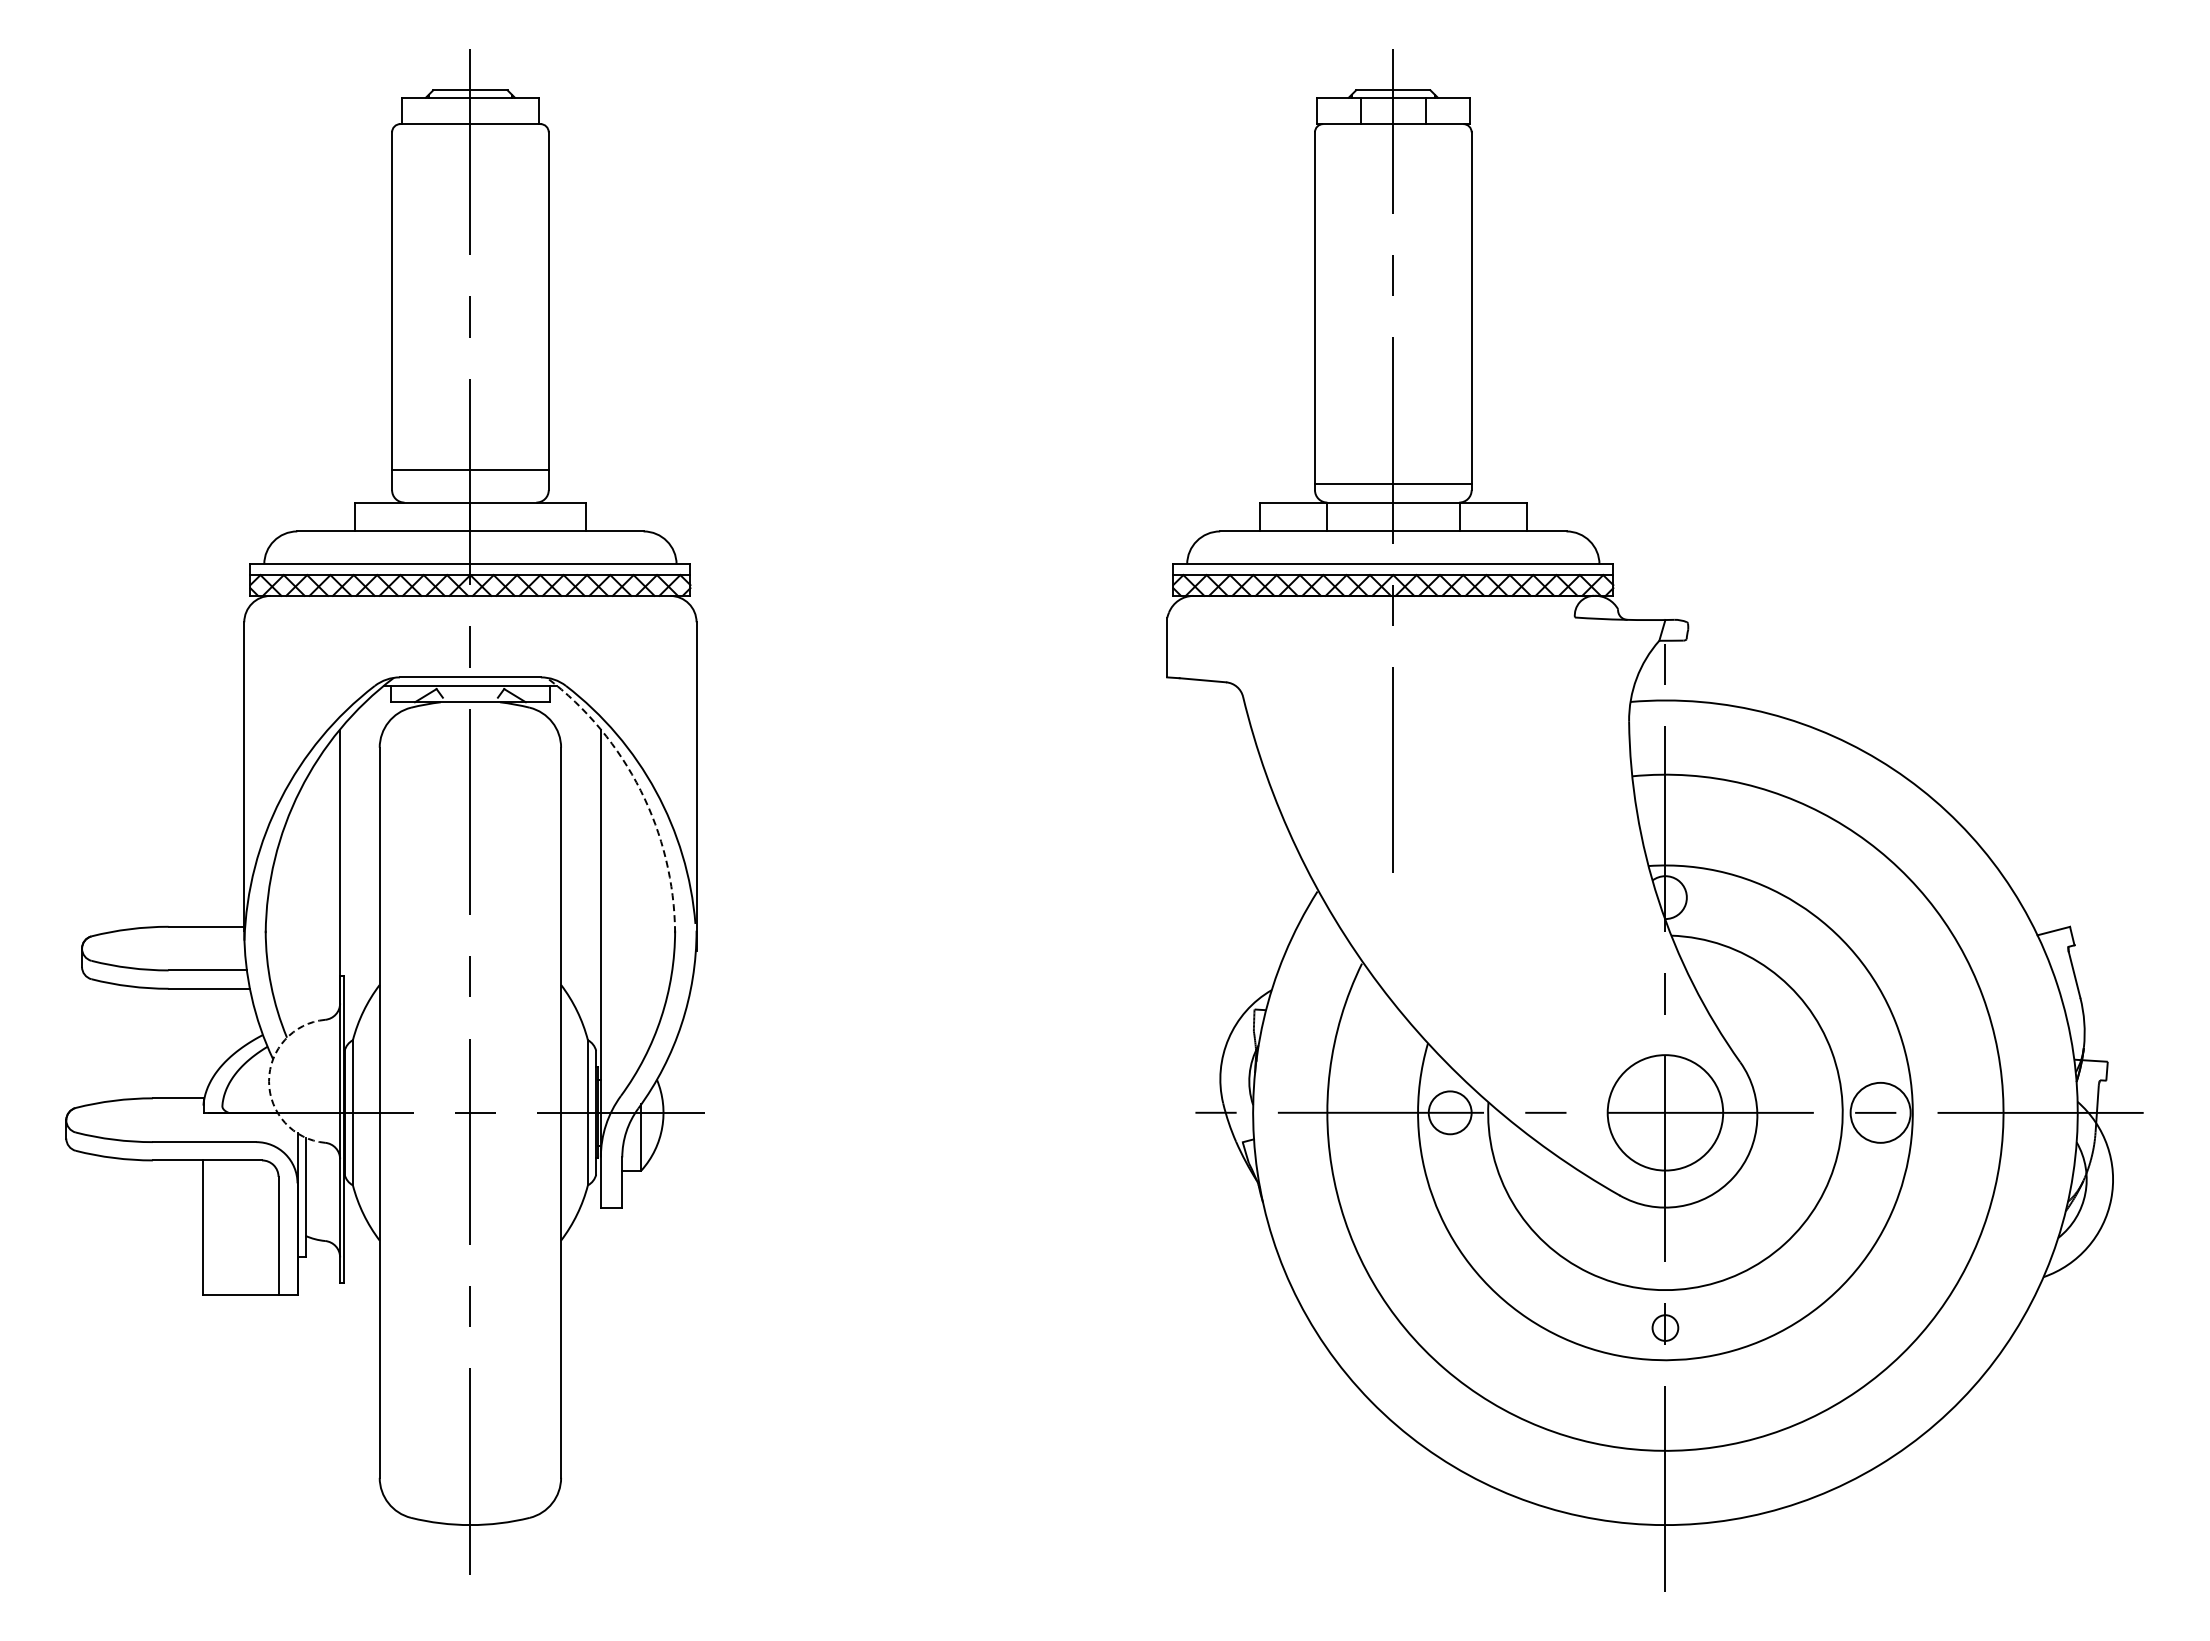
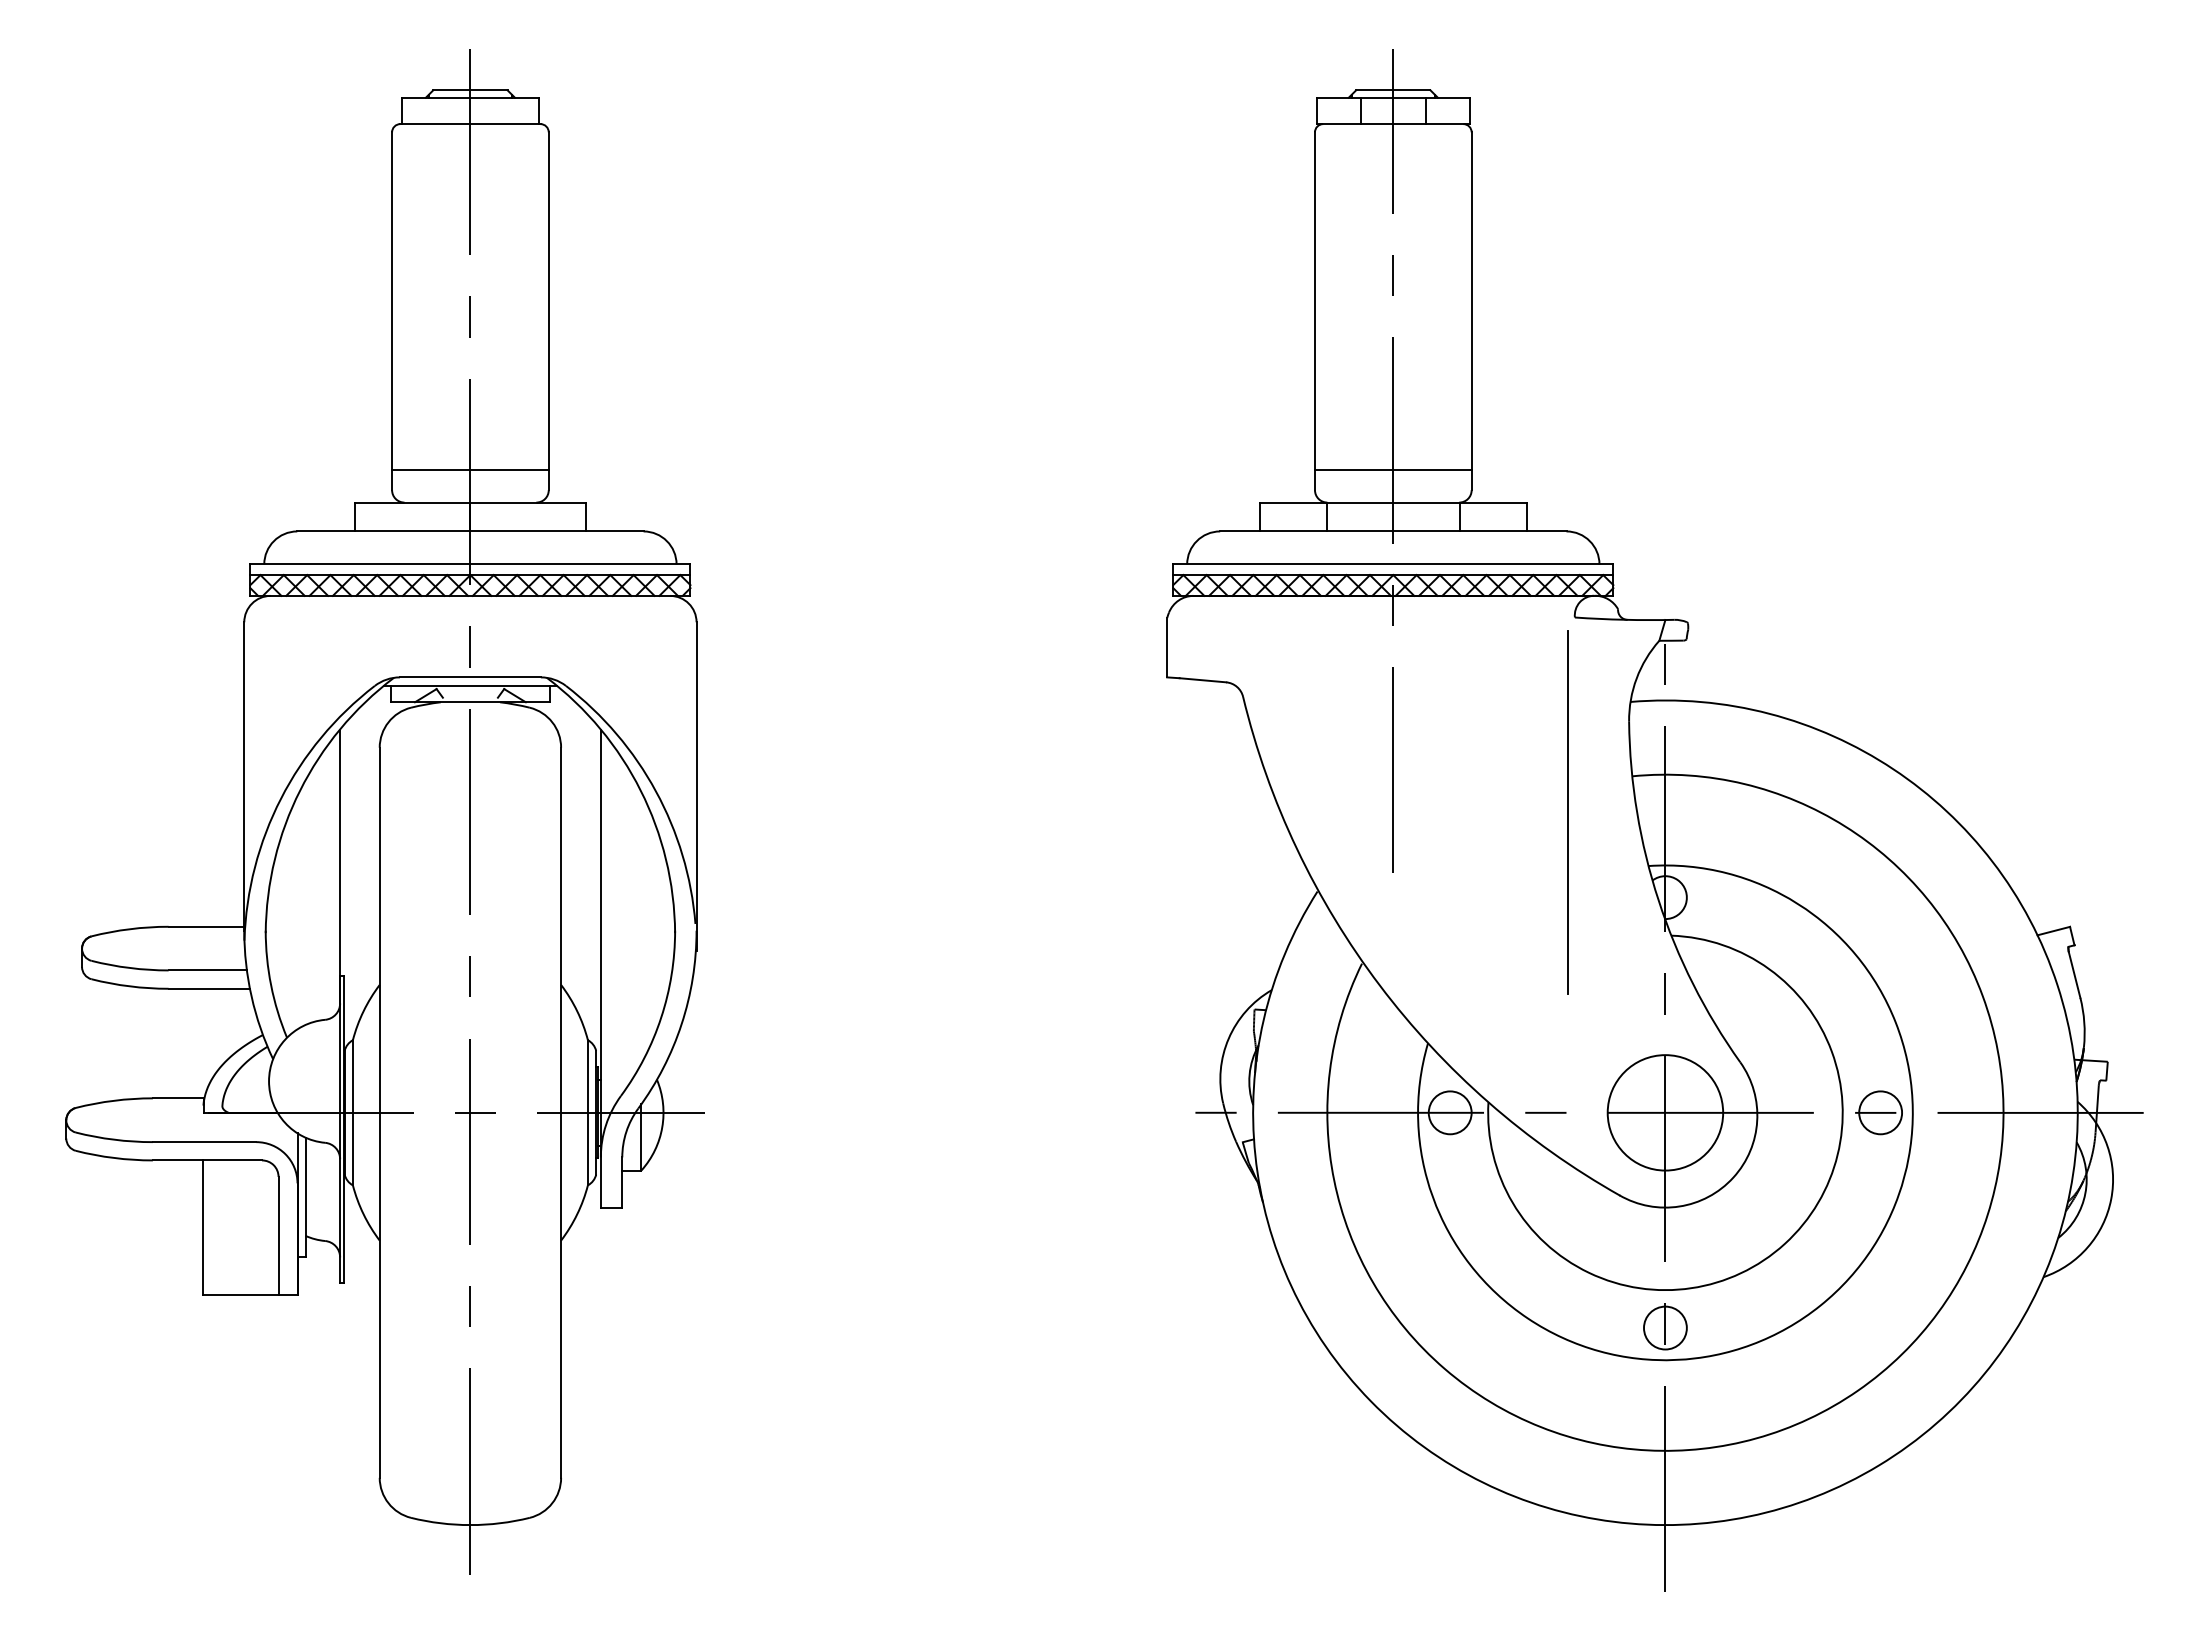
line at (1392, 484) position: (1392, 484) -> (1392, 470)
arc at (640, 790): dashed -> solid
line at (1567, 812): none -> present
arc at (269, 1081): dashed -> solid
circle at (1880, 1112) diameter: 60 px -> 43 px
circle at (1665, 1327) diameter: 26 px -> 43 px
